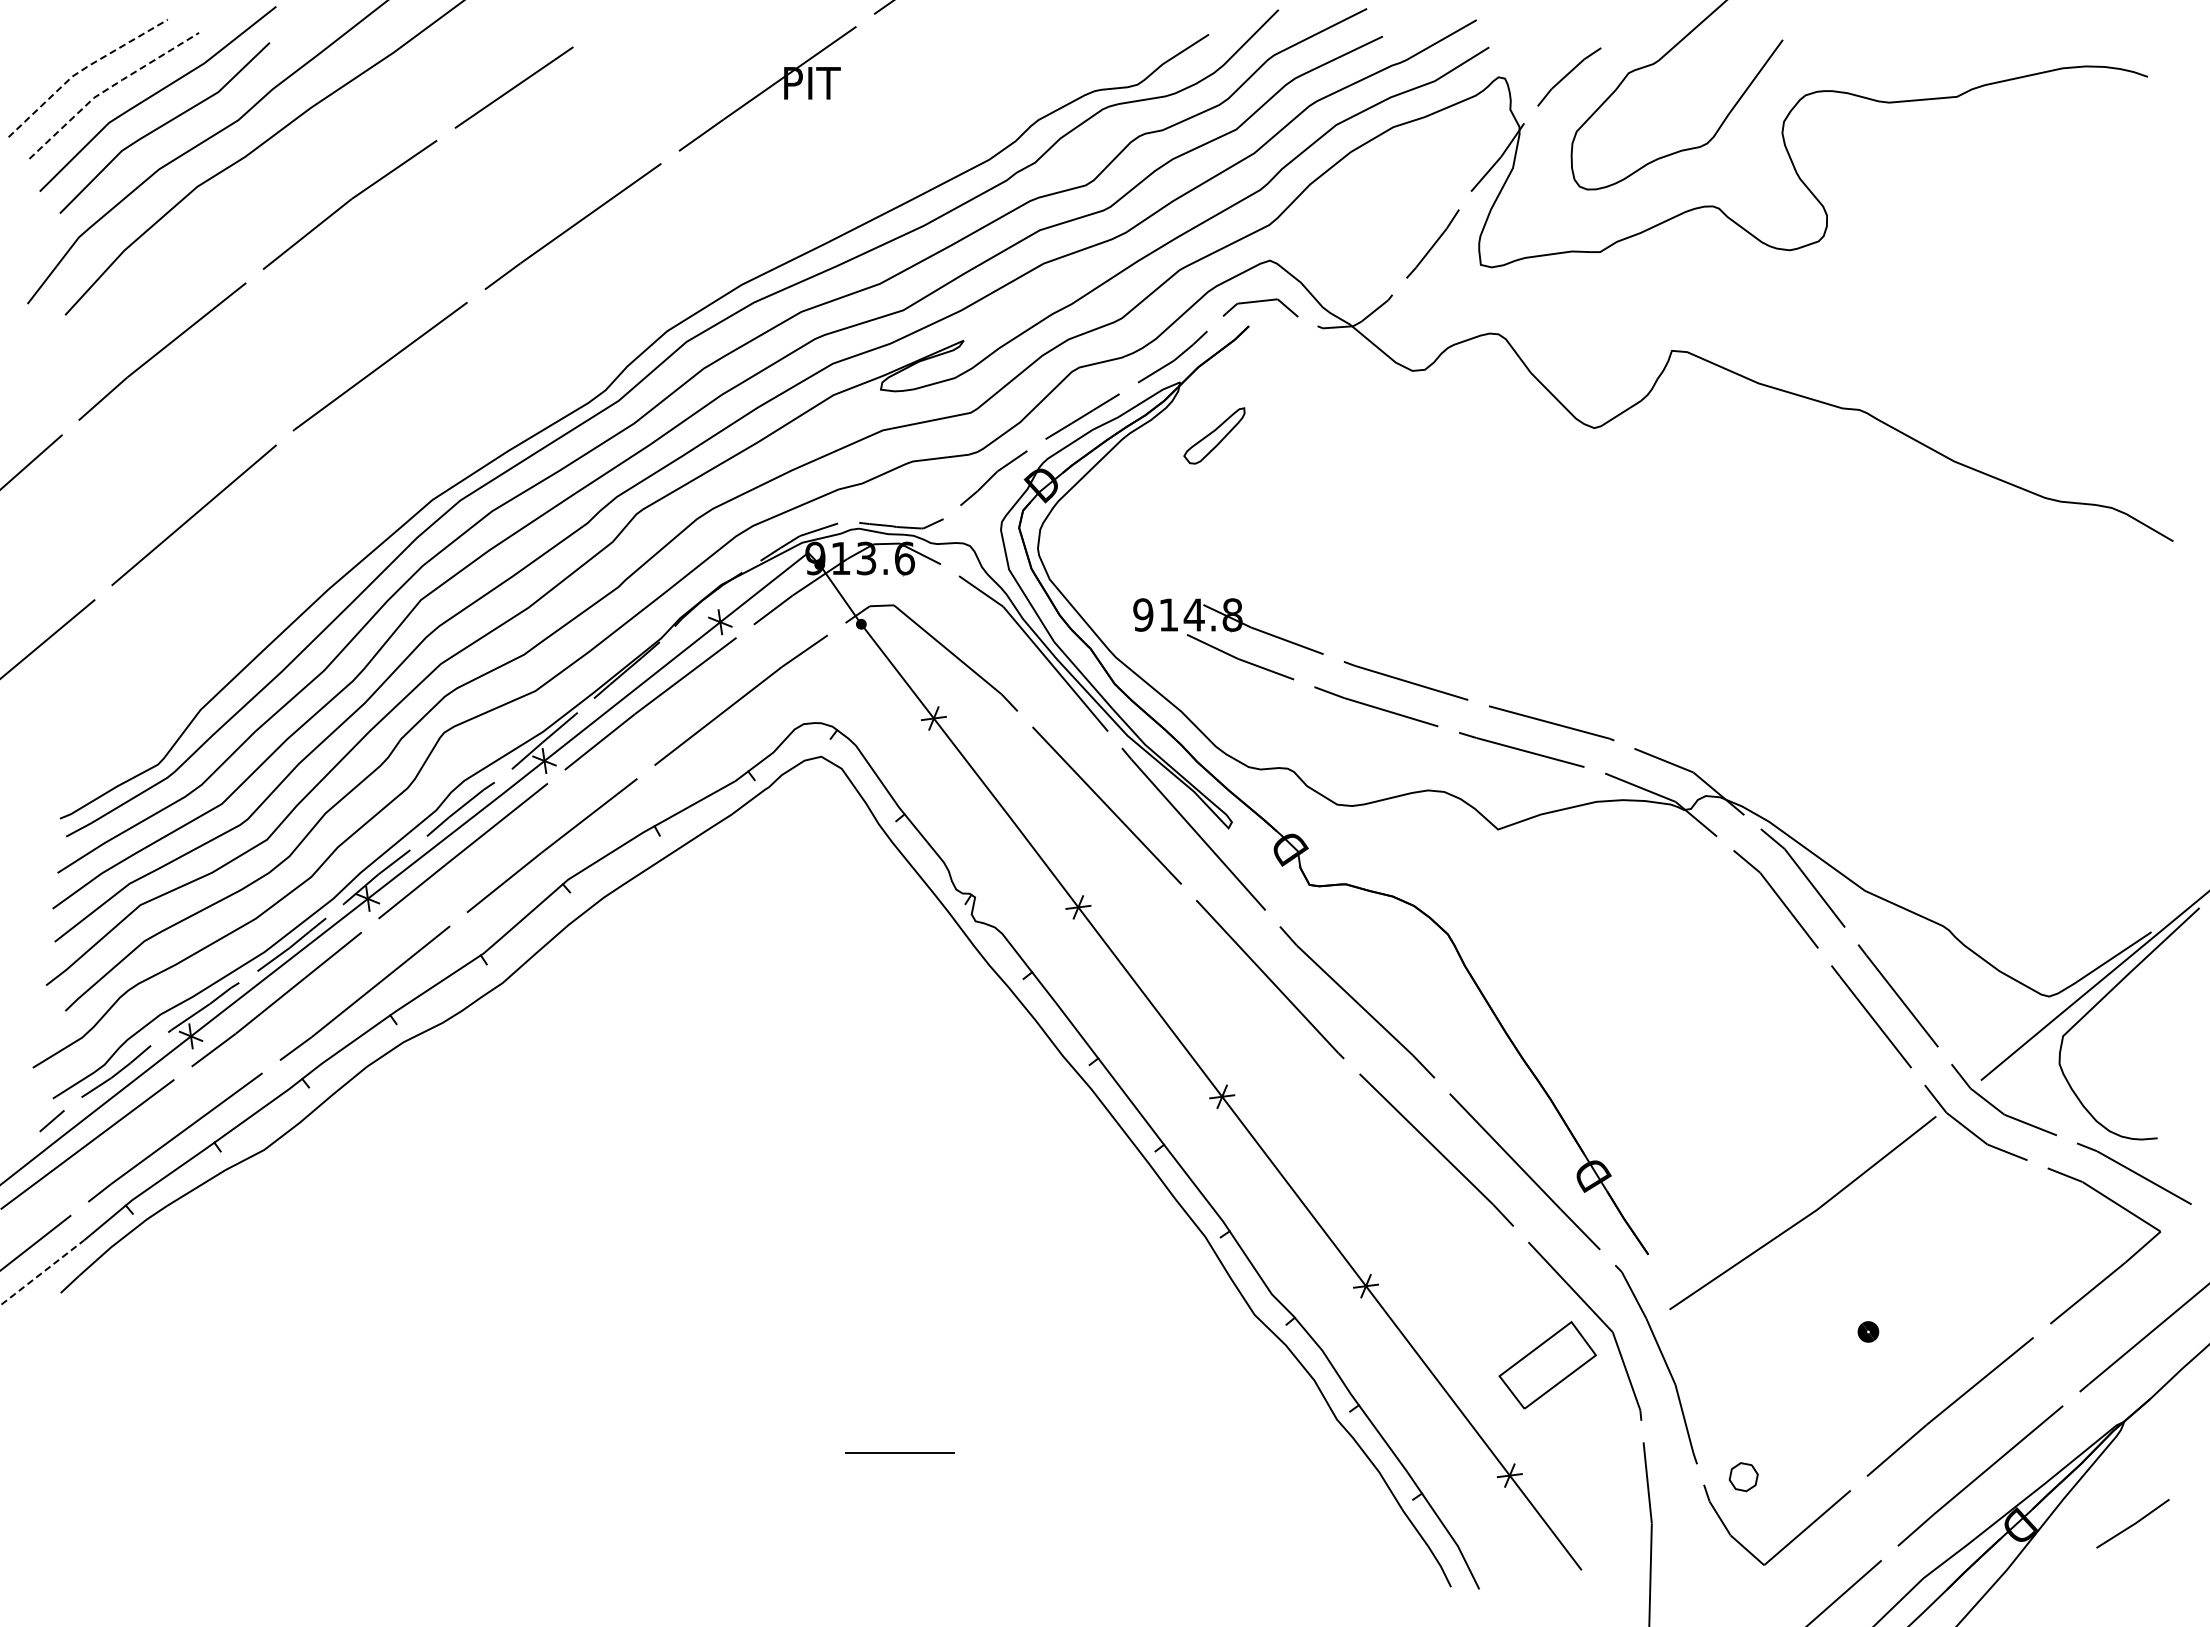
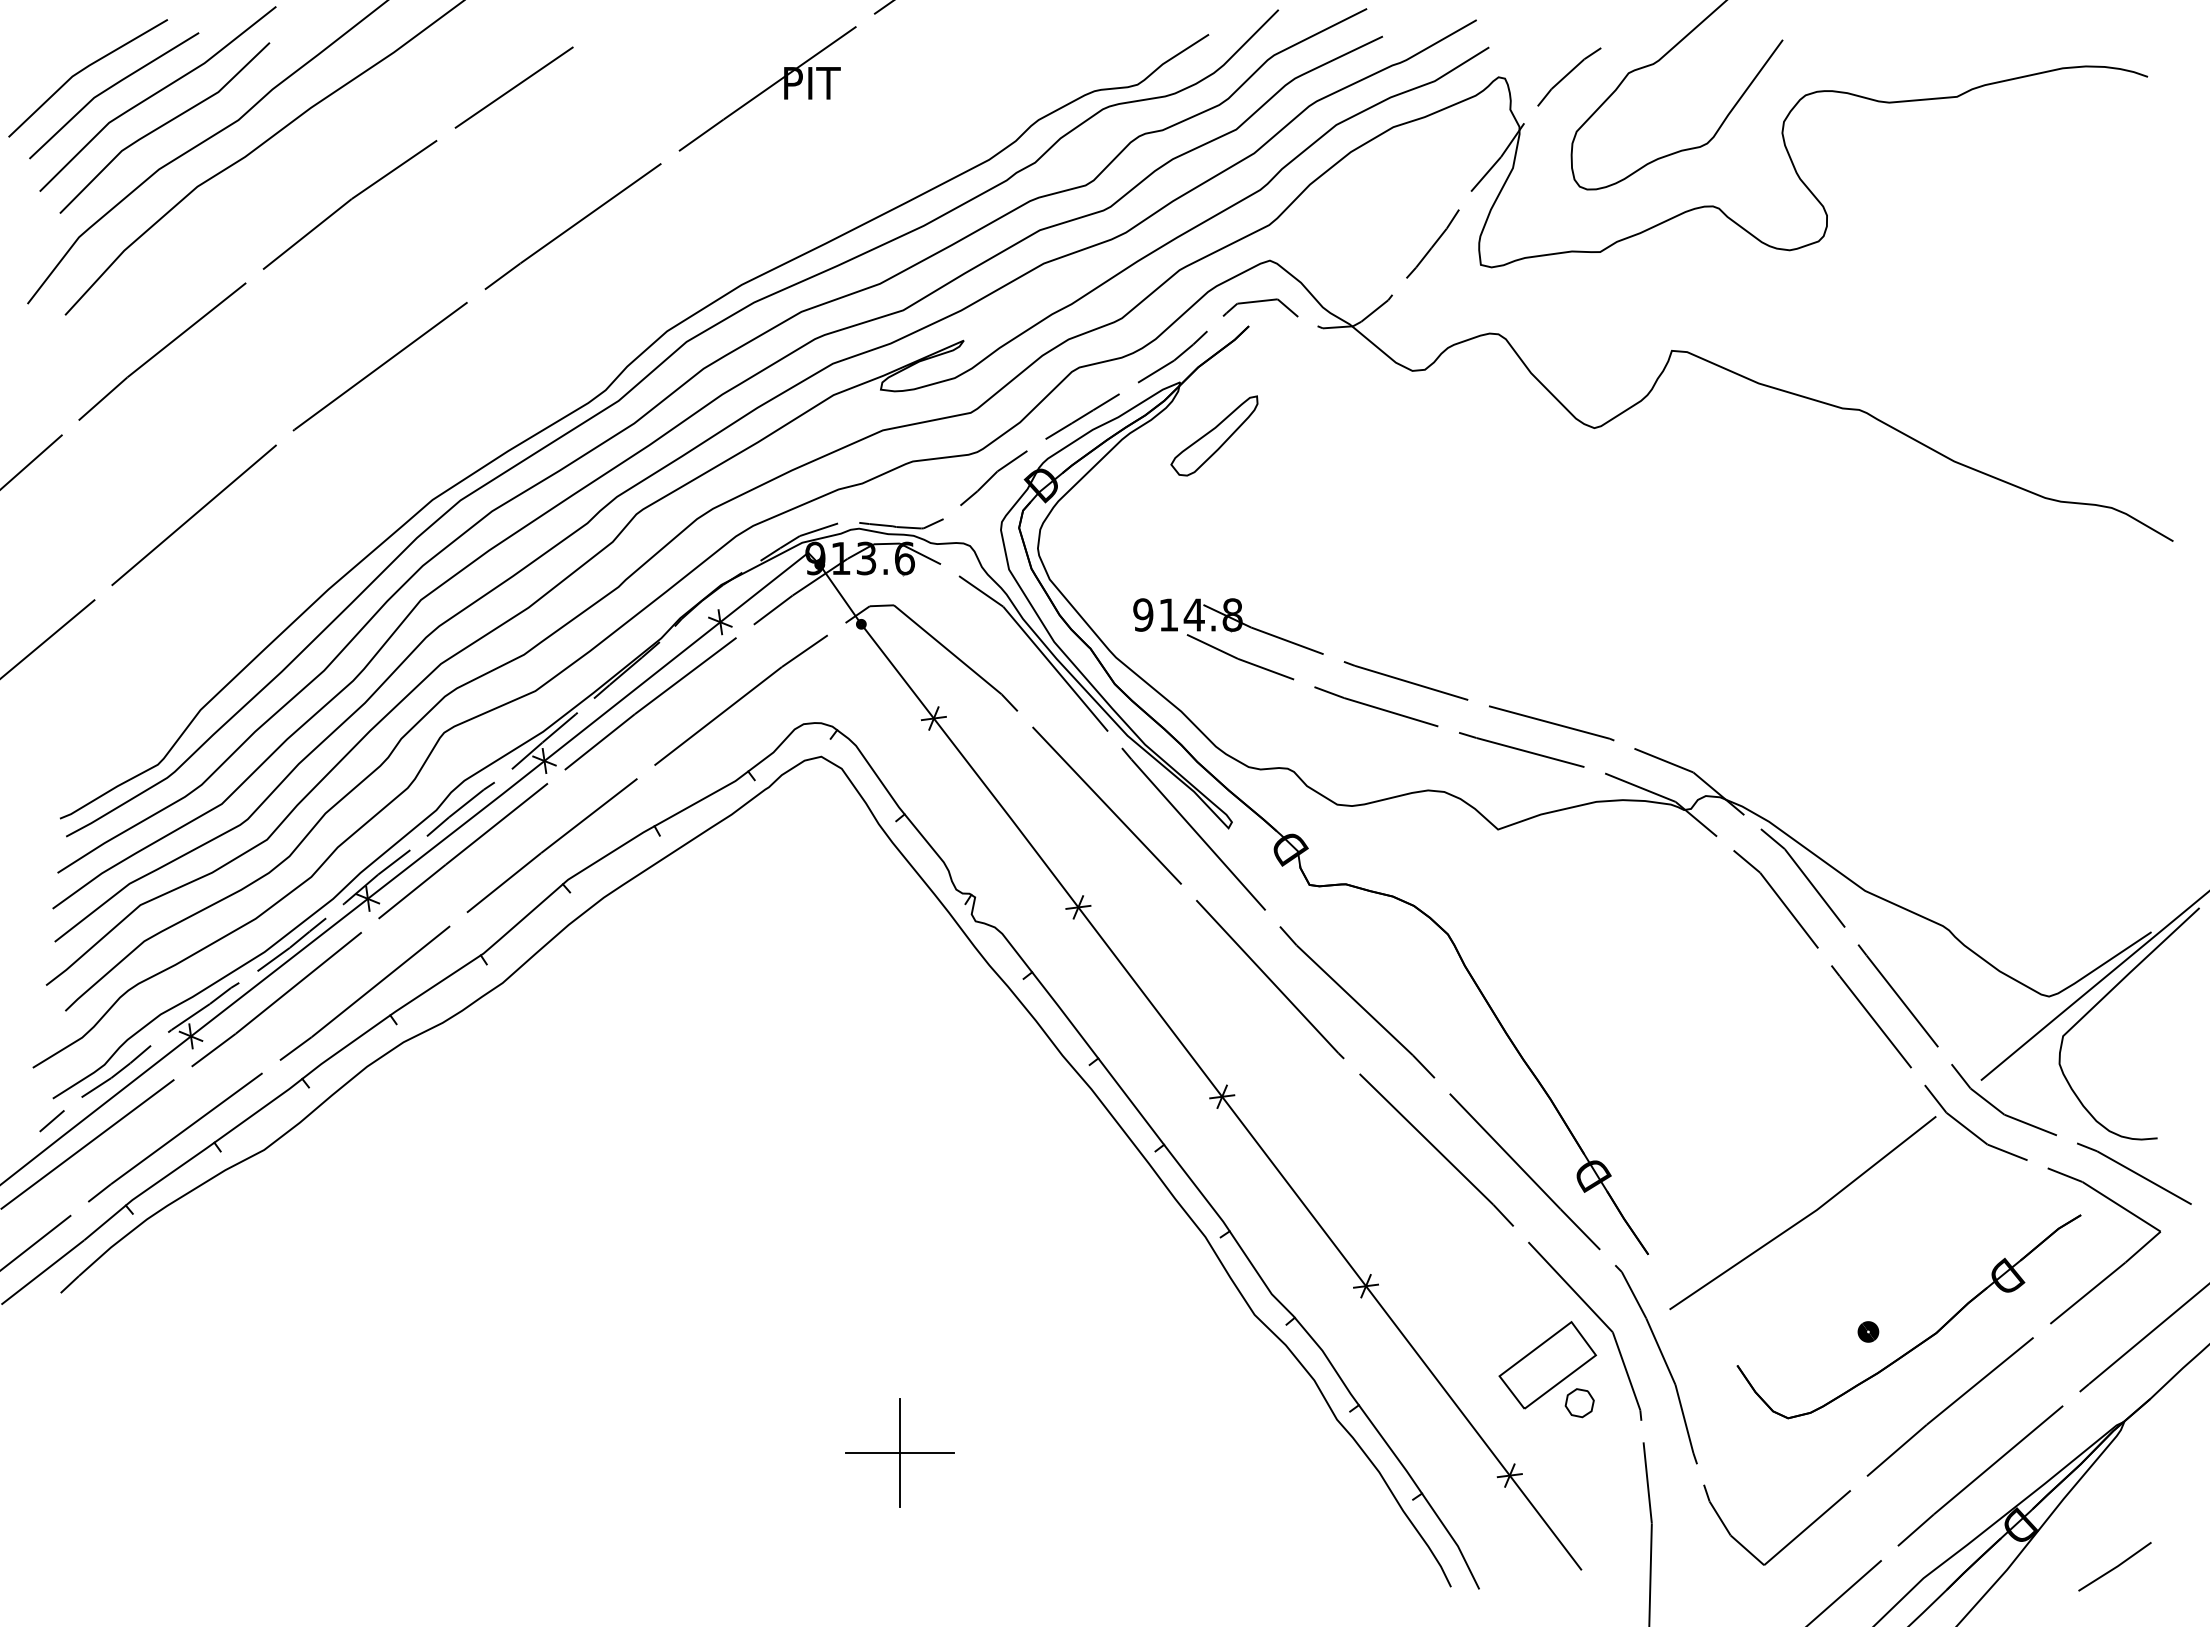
line at (82, 70): dashed -> solid
line at (109, 88): dashed -> solid
part at (1214, 435) size: 63x58 px -> 89x82 px
line at (43, 1272): dashed -> solid
part at (1923, 1340): none -> present
line at (899, 1452): none -> present
part at (1743, 1477) position: (1743, 1477) -> (1579, 1403)
line at (2133, 1523) position: (2133, 1523) -> (2115, 1566)
